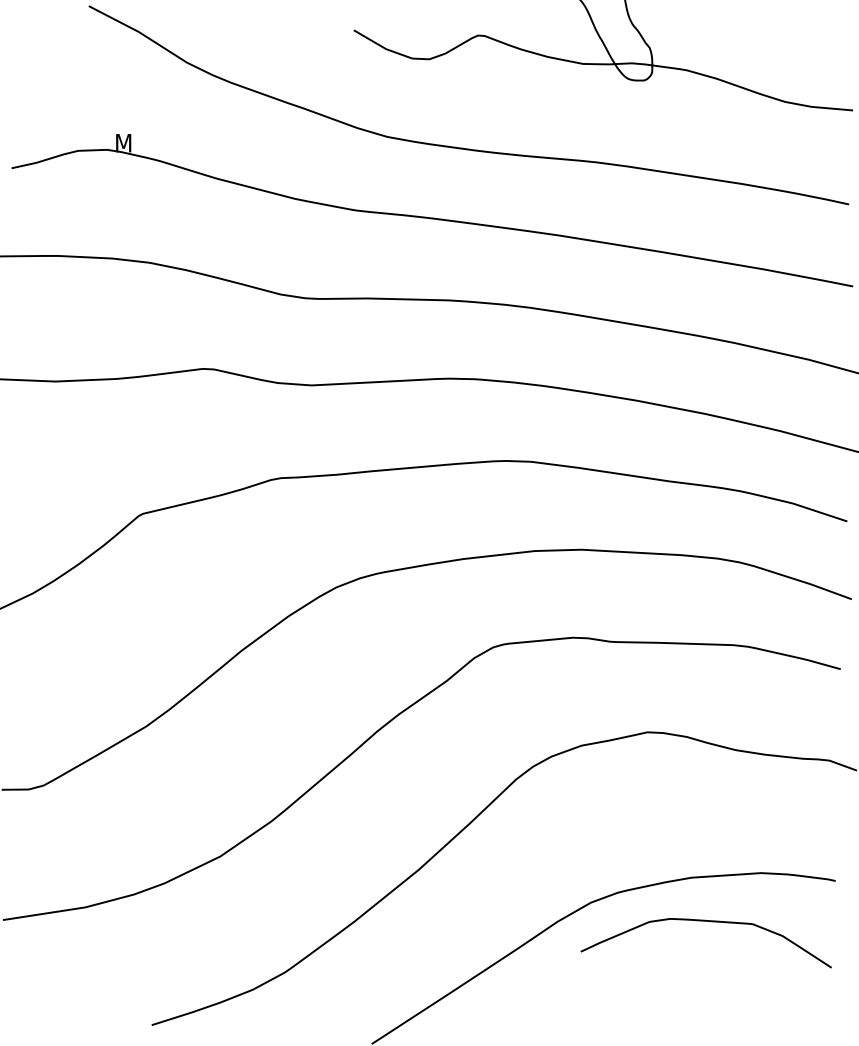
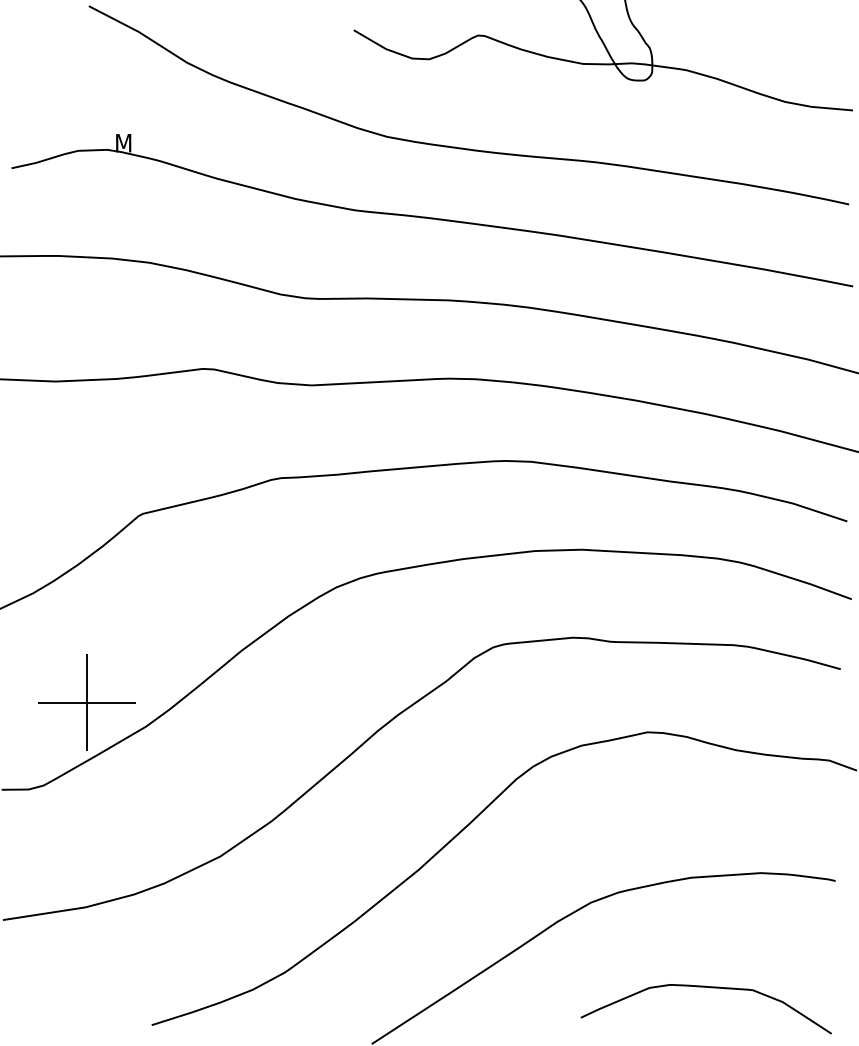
part at (86, 702): none -> present
curve at (710, 922) position: (710, 922) -> (710, 988)
